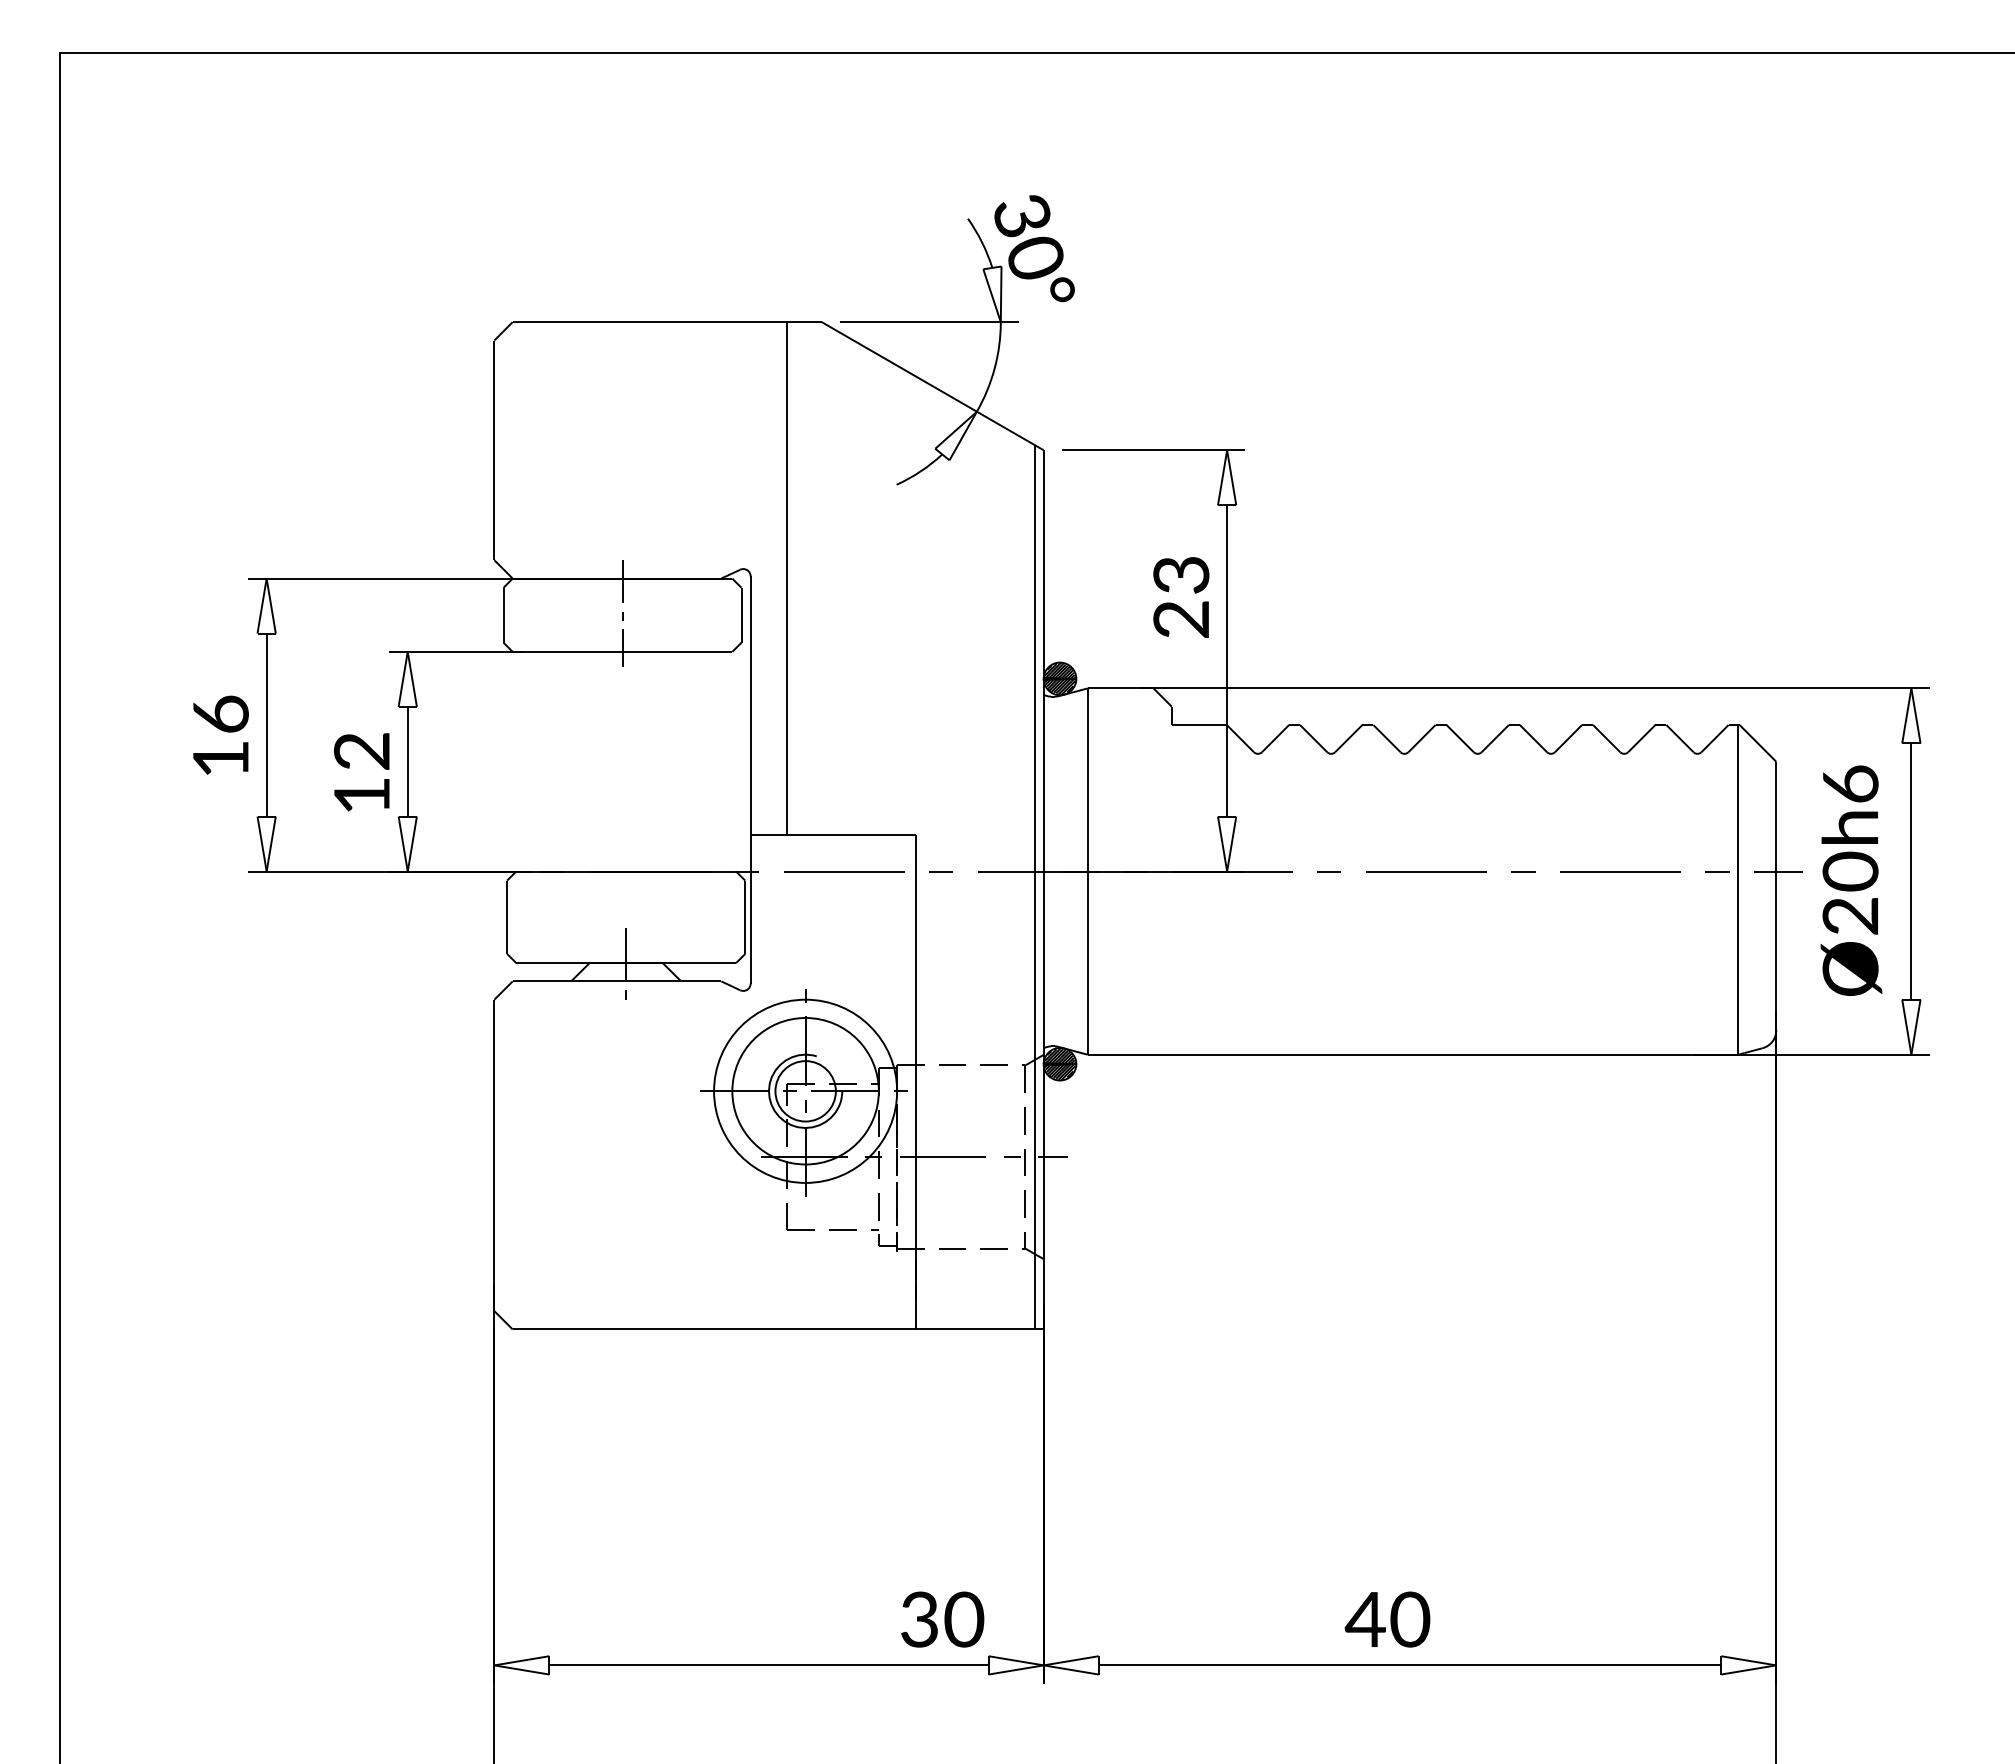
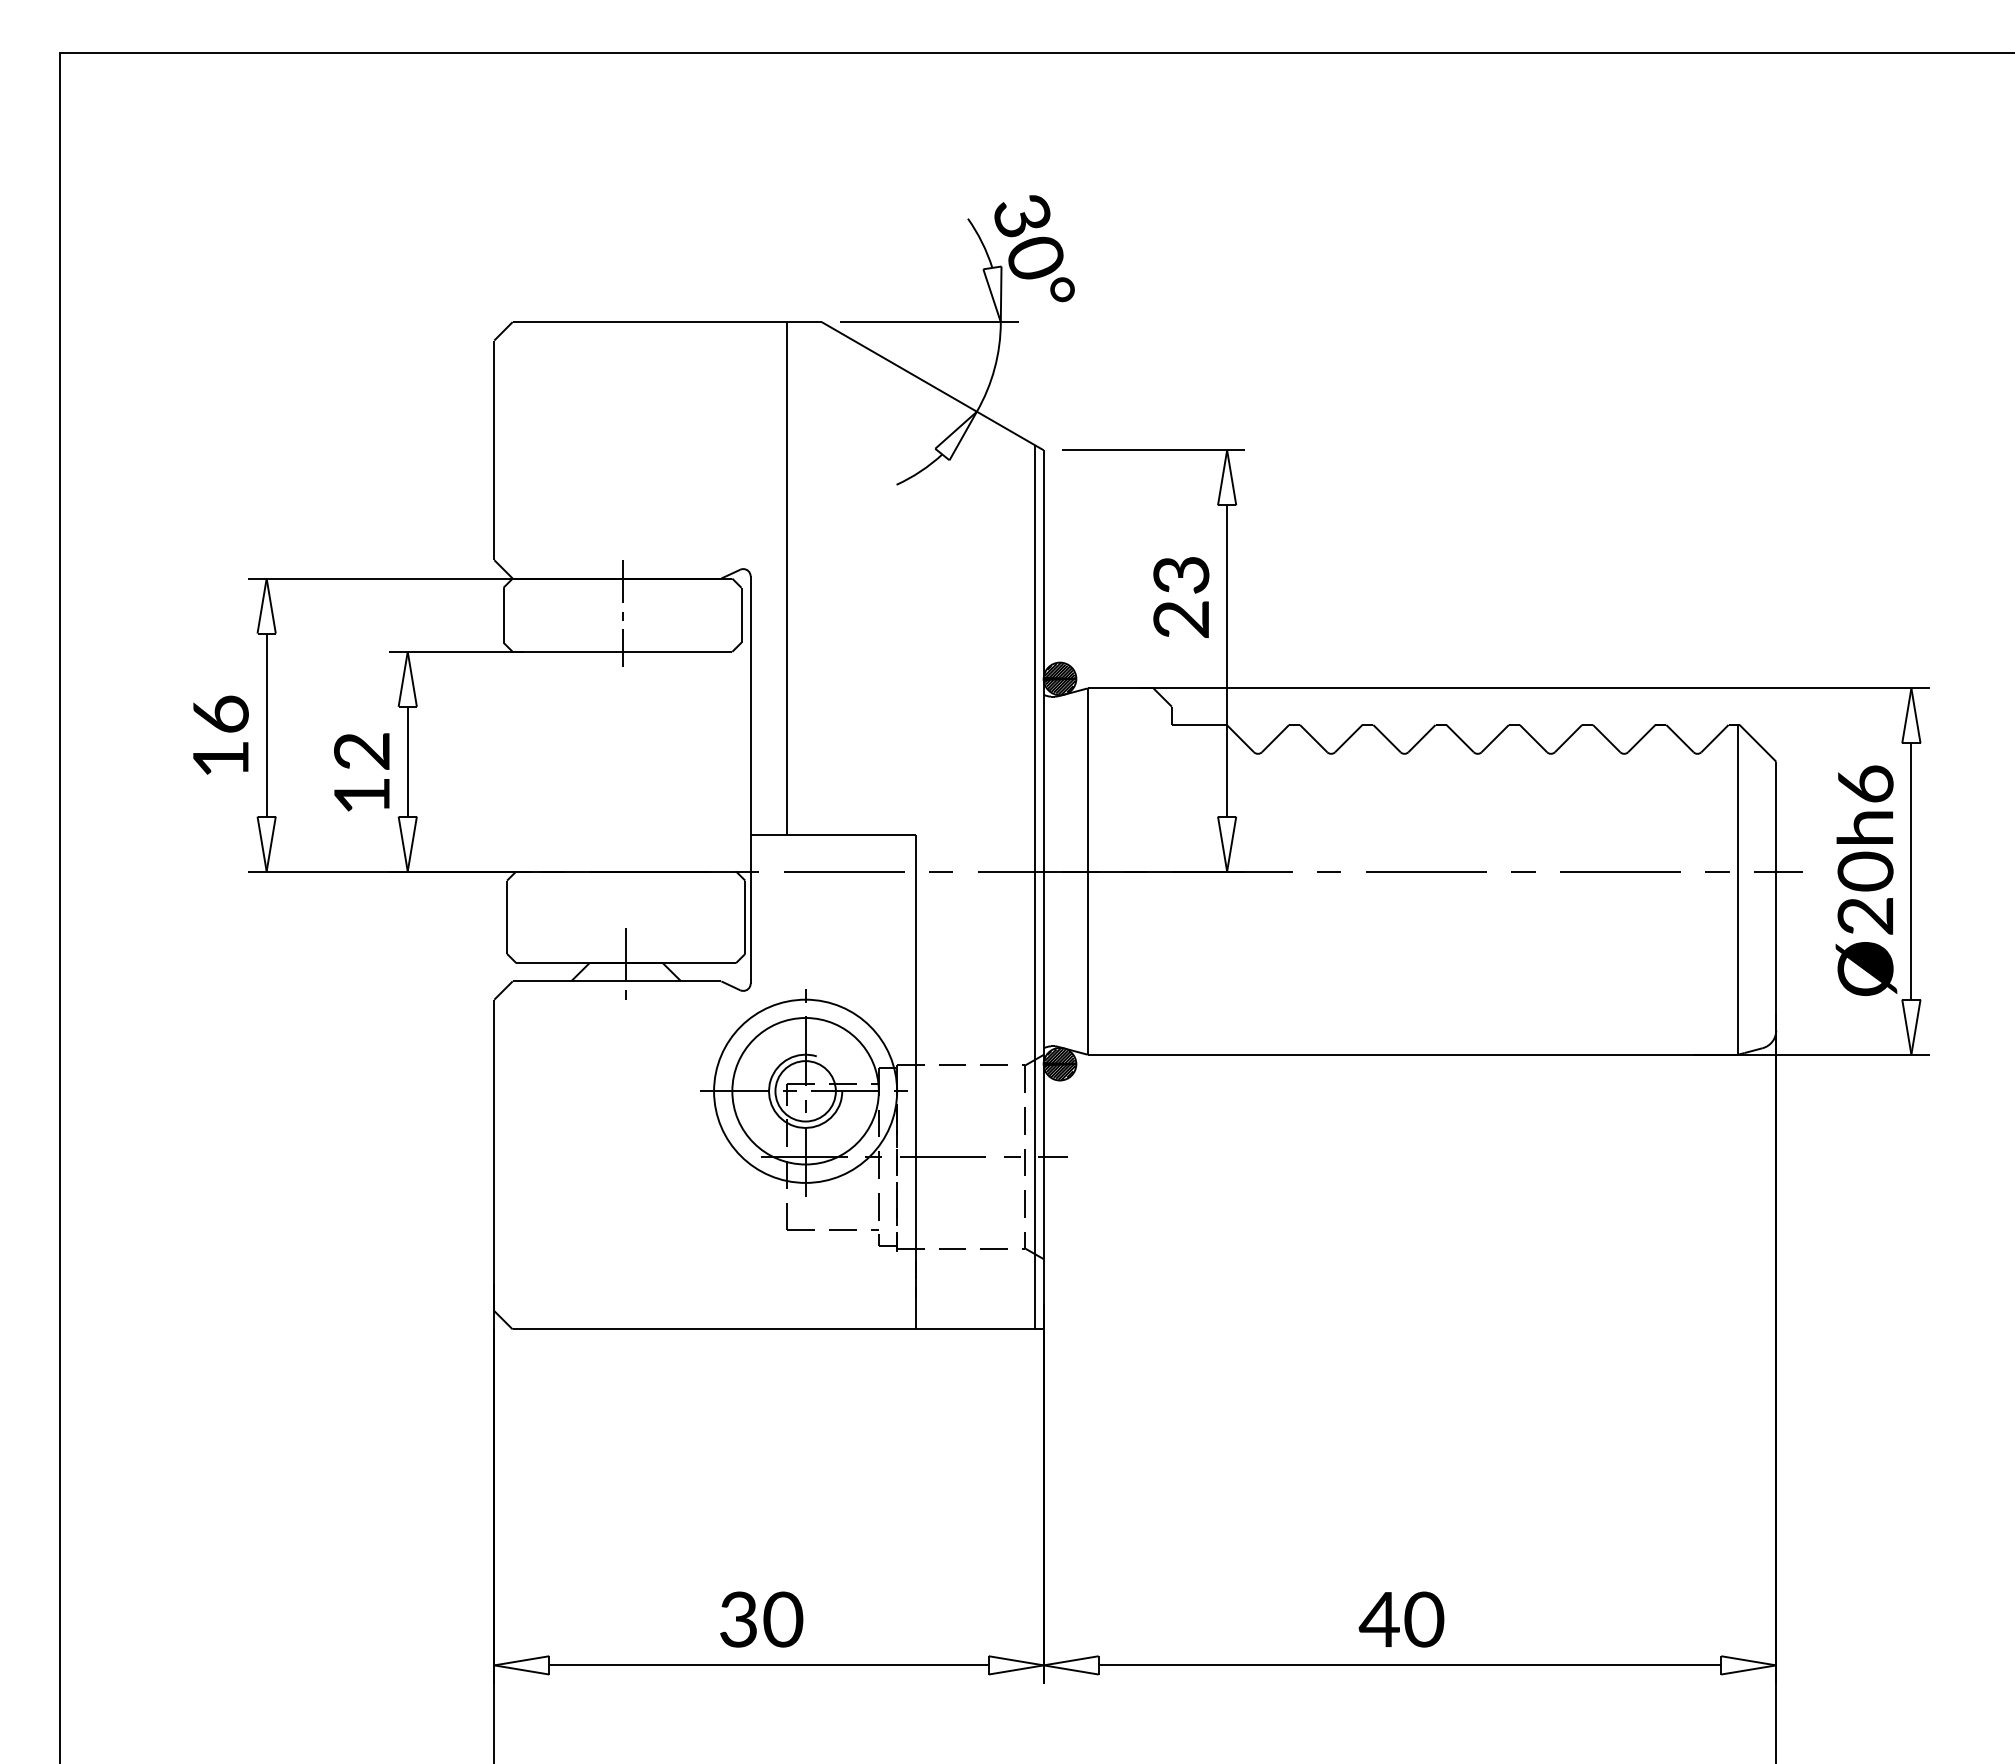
text at (1851, 880) position: (1851, 880) -> (1866, 880)
text at (942, 1619) position: (942, 1619) -> (761, 1619)
text at (1387, 1619) position: (1387, 1619) -> (1401, 1619)
